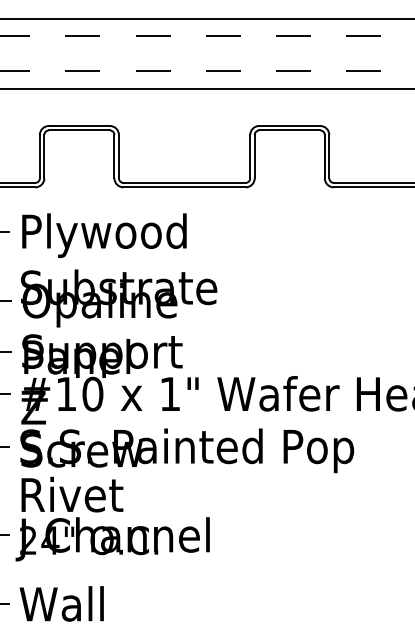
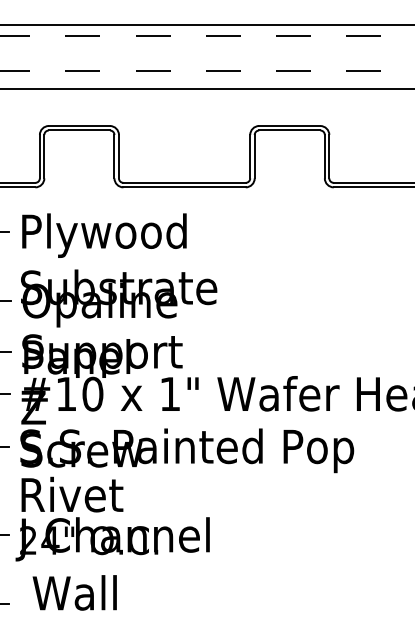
line at (206, 19) position: (206, 19) -> (206, 25)
text at (61, 603) position: (61, 603) -> (74, 592)
